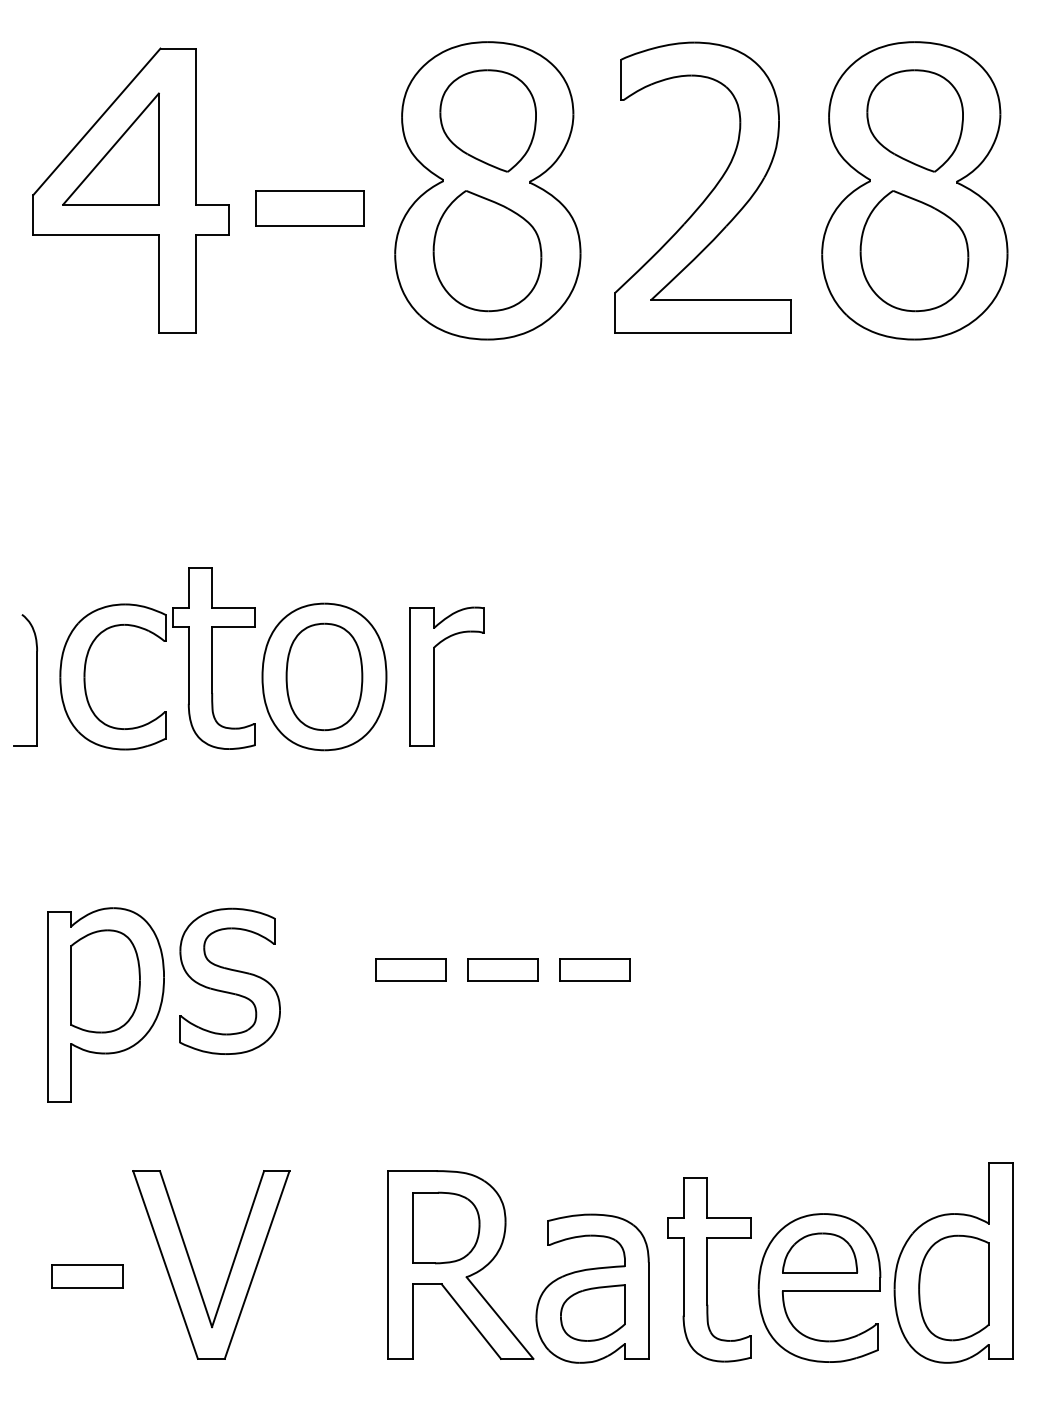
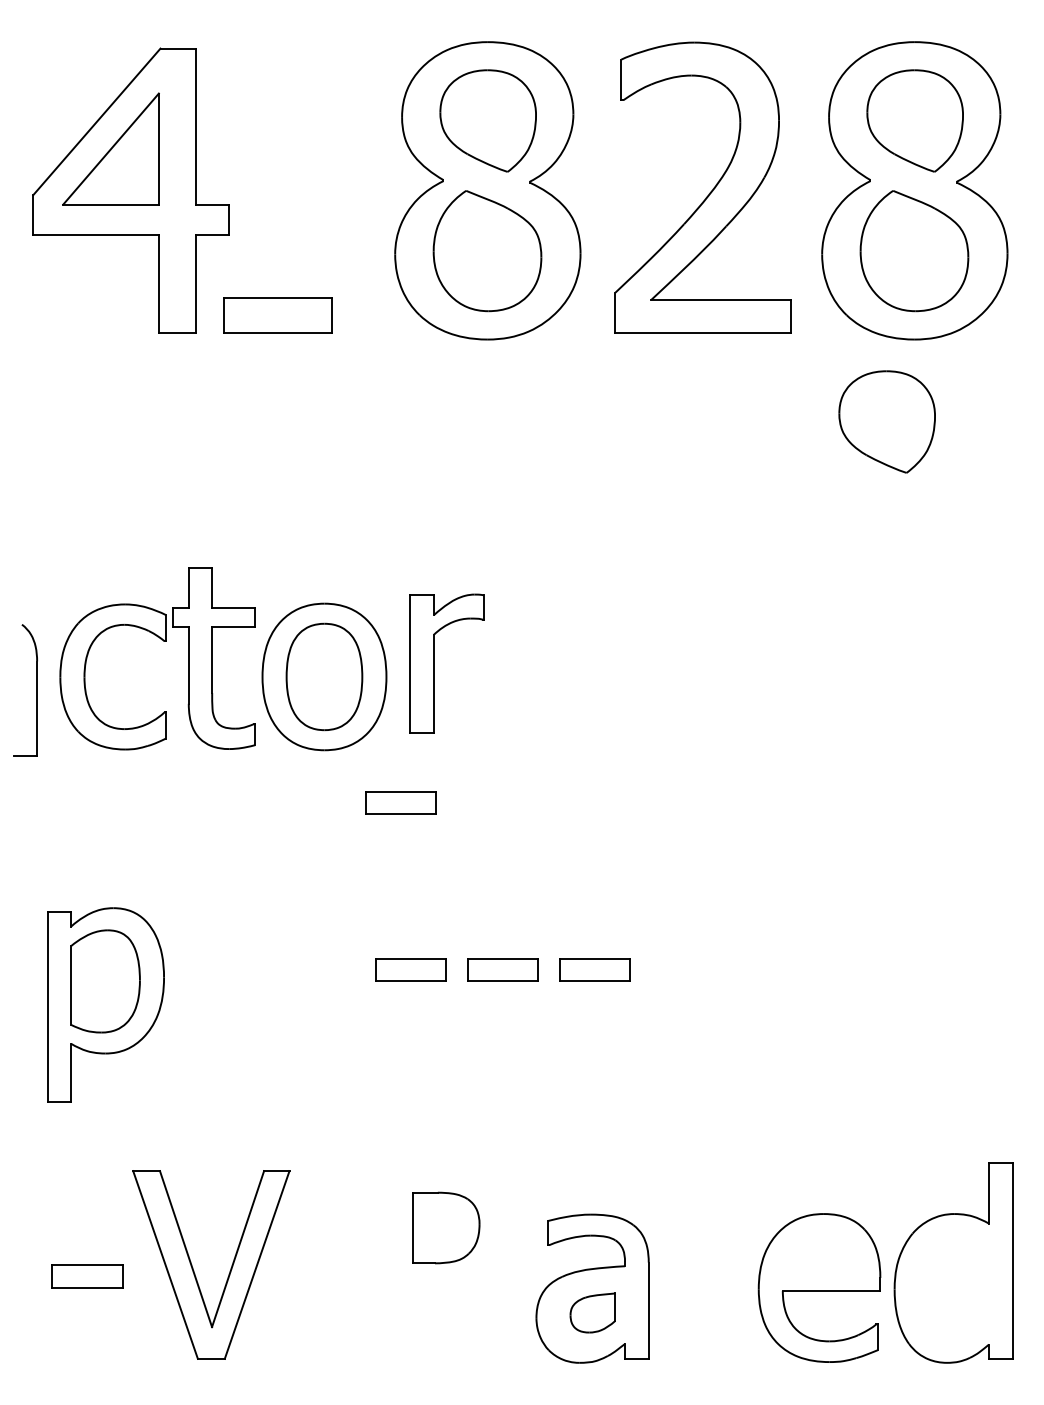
part at (309, 208) position: (309, 208) -> (277, 315)
part at (886, 421): none -> present
part at (434, 676) position: (434, 676) -> (434, 663)
part at (36, 680) position: (36, 680) -> (36, 690)
part at (400, 802): none -> present
part at (229, 980): present -> none
part at (820, 1252): present -> none
part at (460, 1264): present -> none
part at (709, 1269): present -> none
part at (953, 1287): present -> none
part at (592, 1312) size: 66x58 px -> 47x42 px
